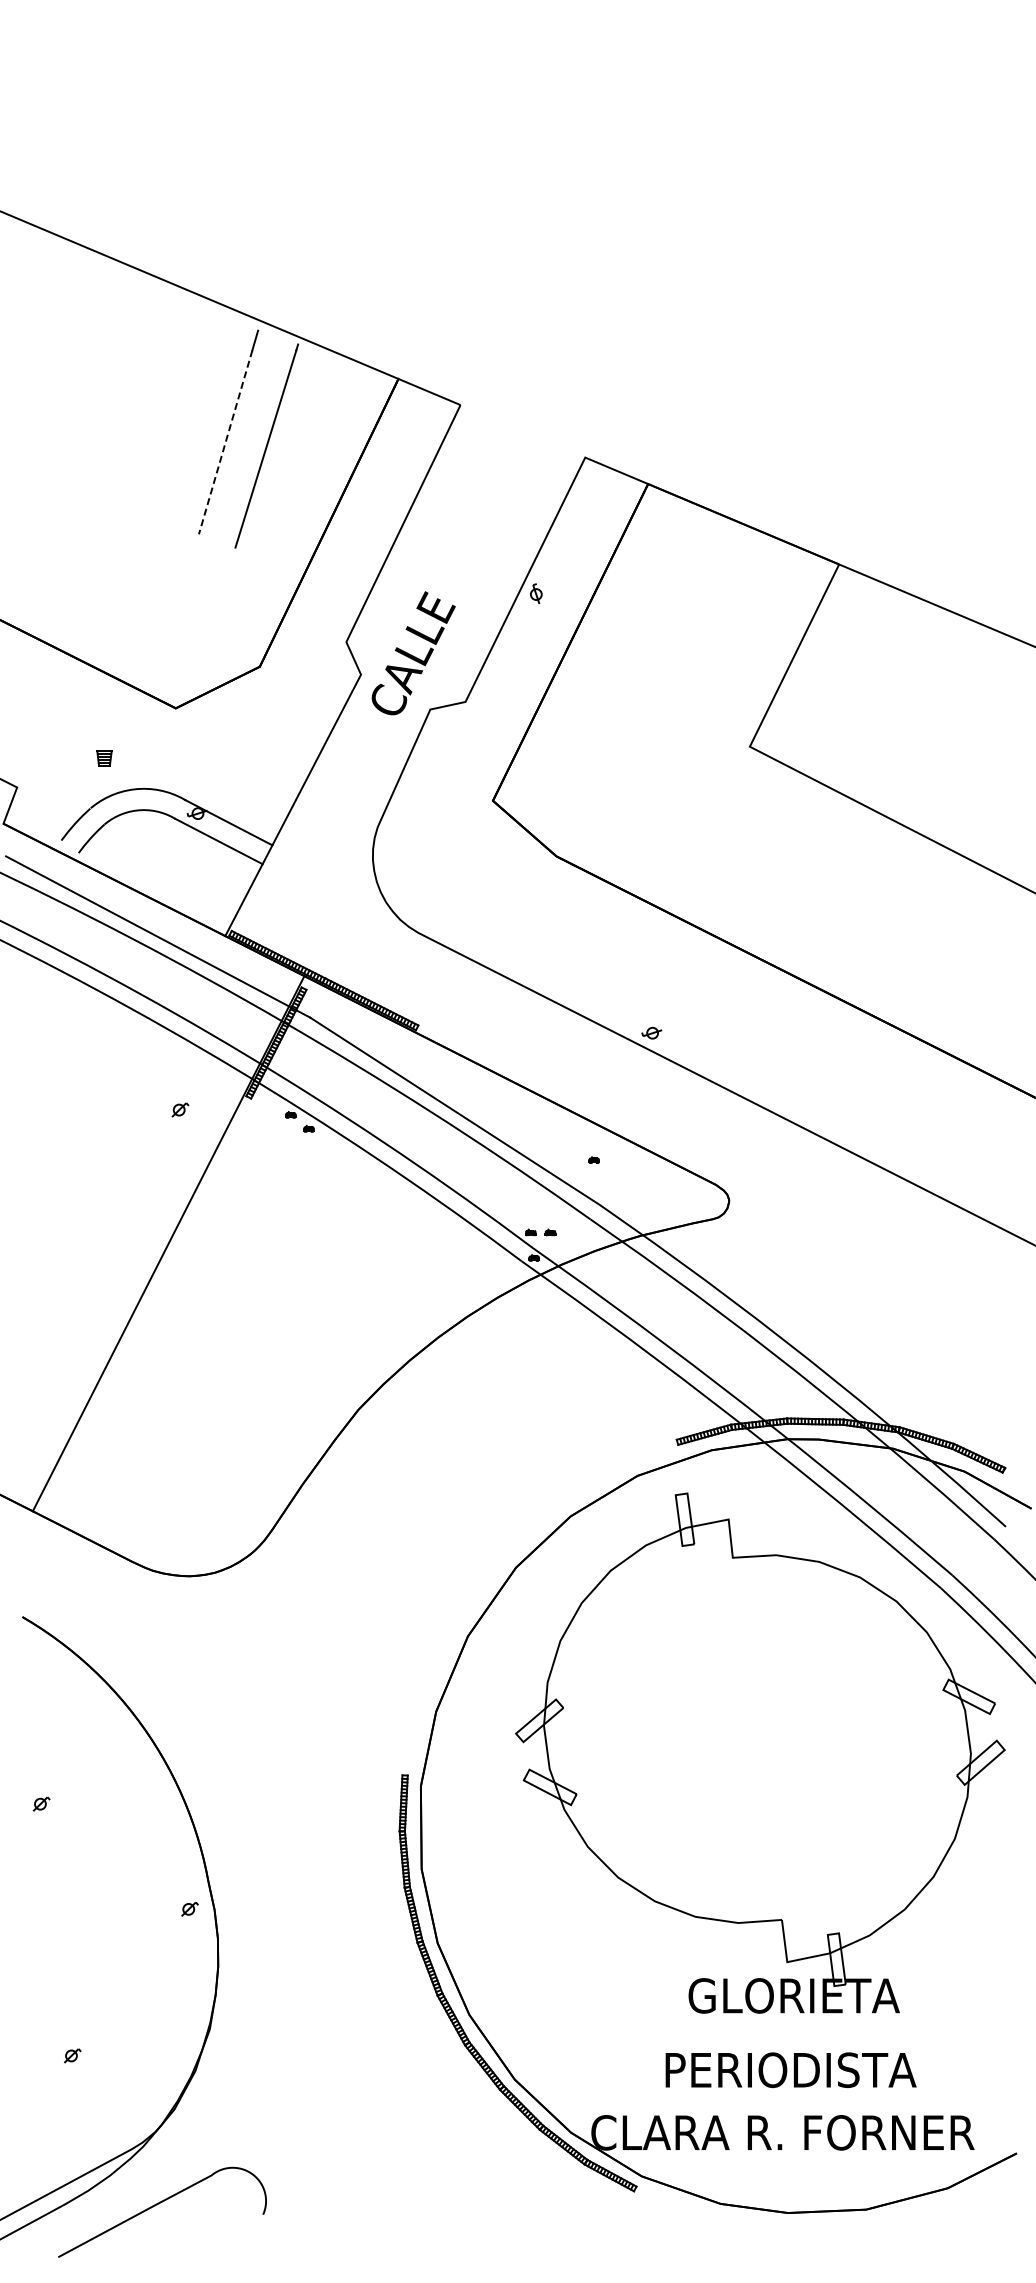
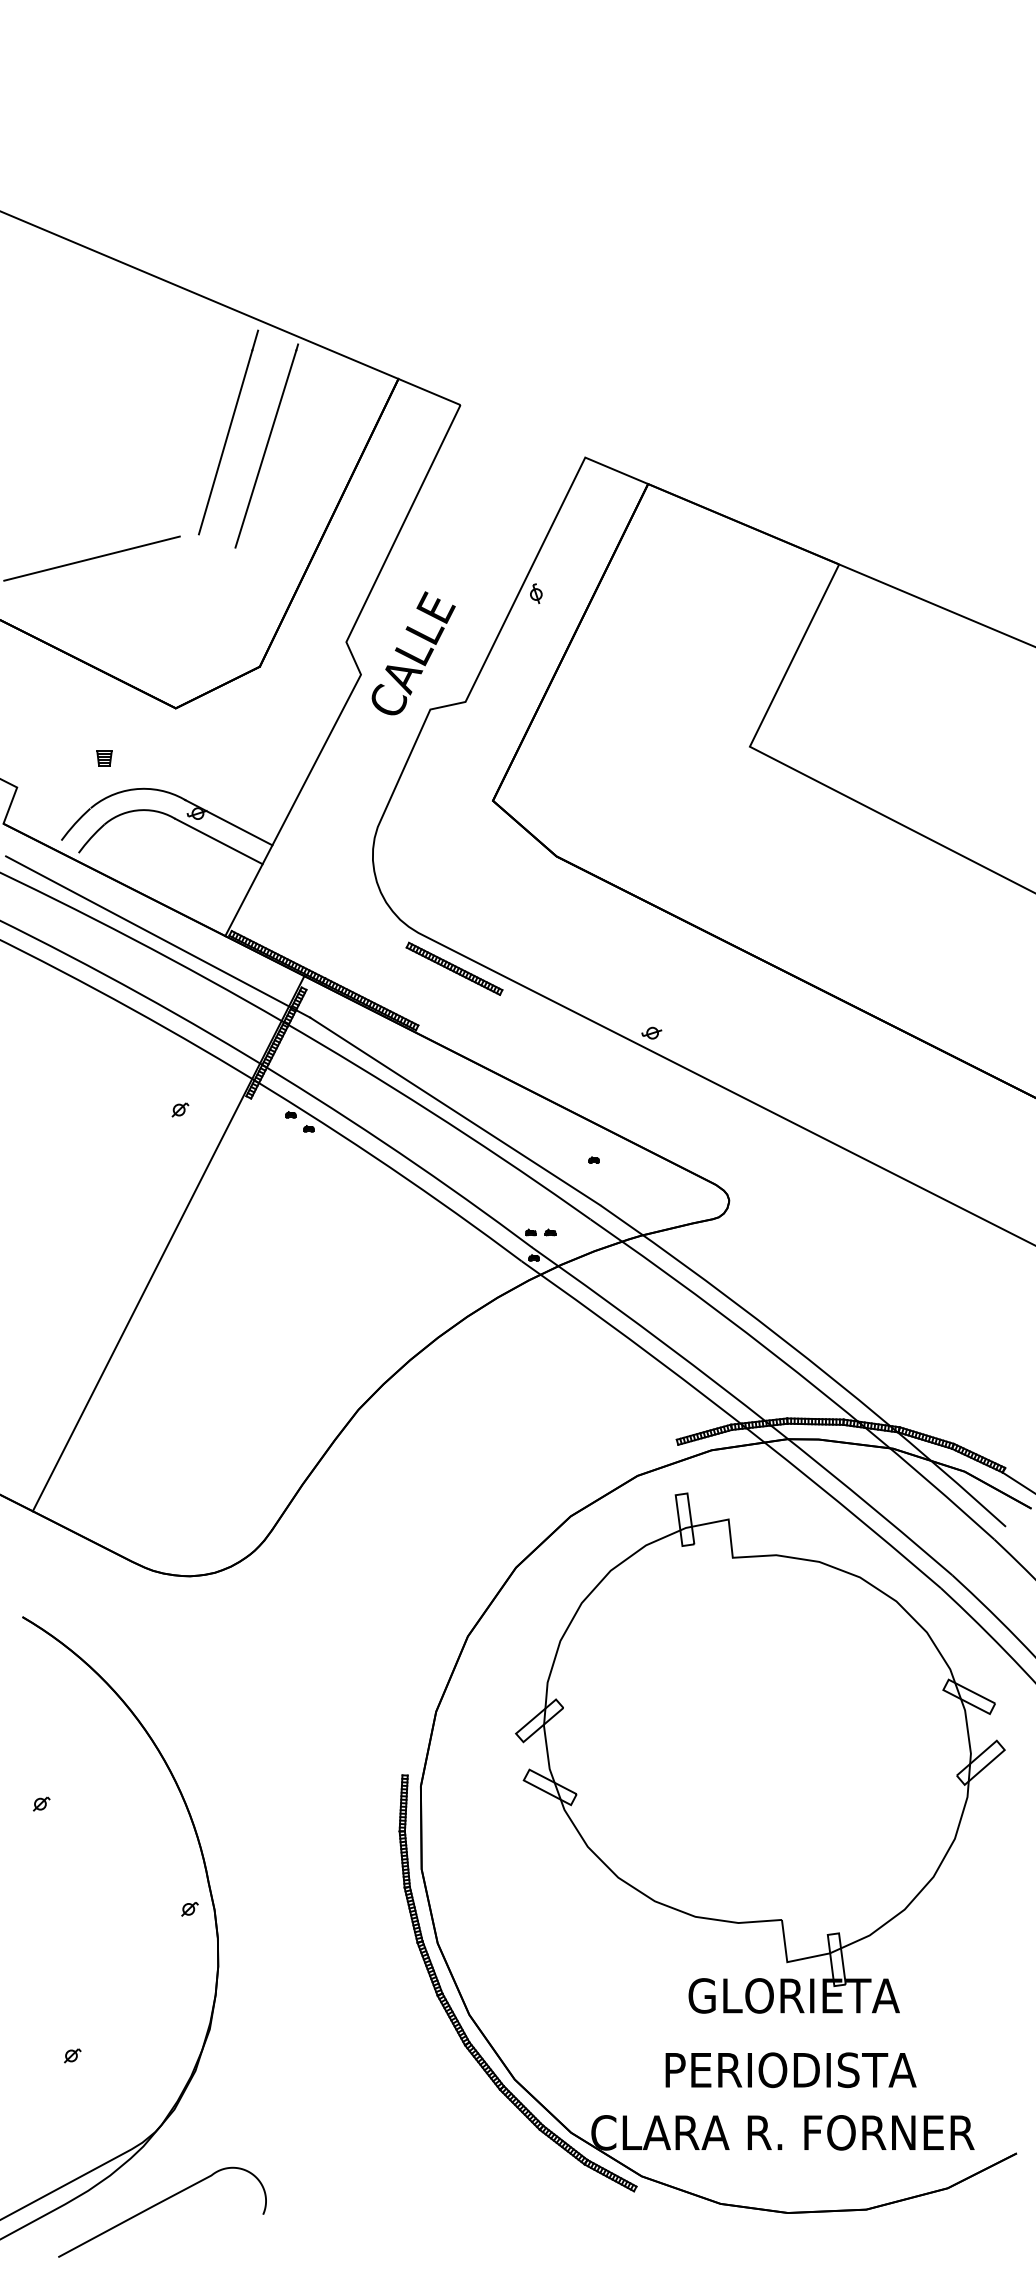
line at (225, 442): dashed -> solid
line at (91, 558): none -> present
part at (454, 968): none -> present
line at (1017, 1481): none -> present
